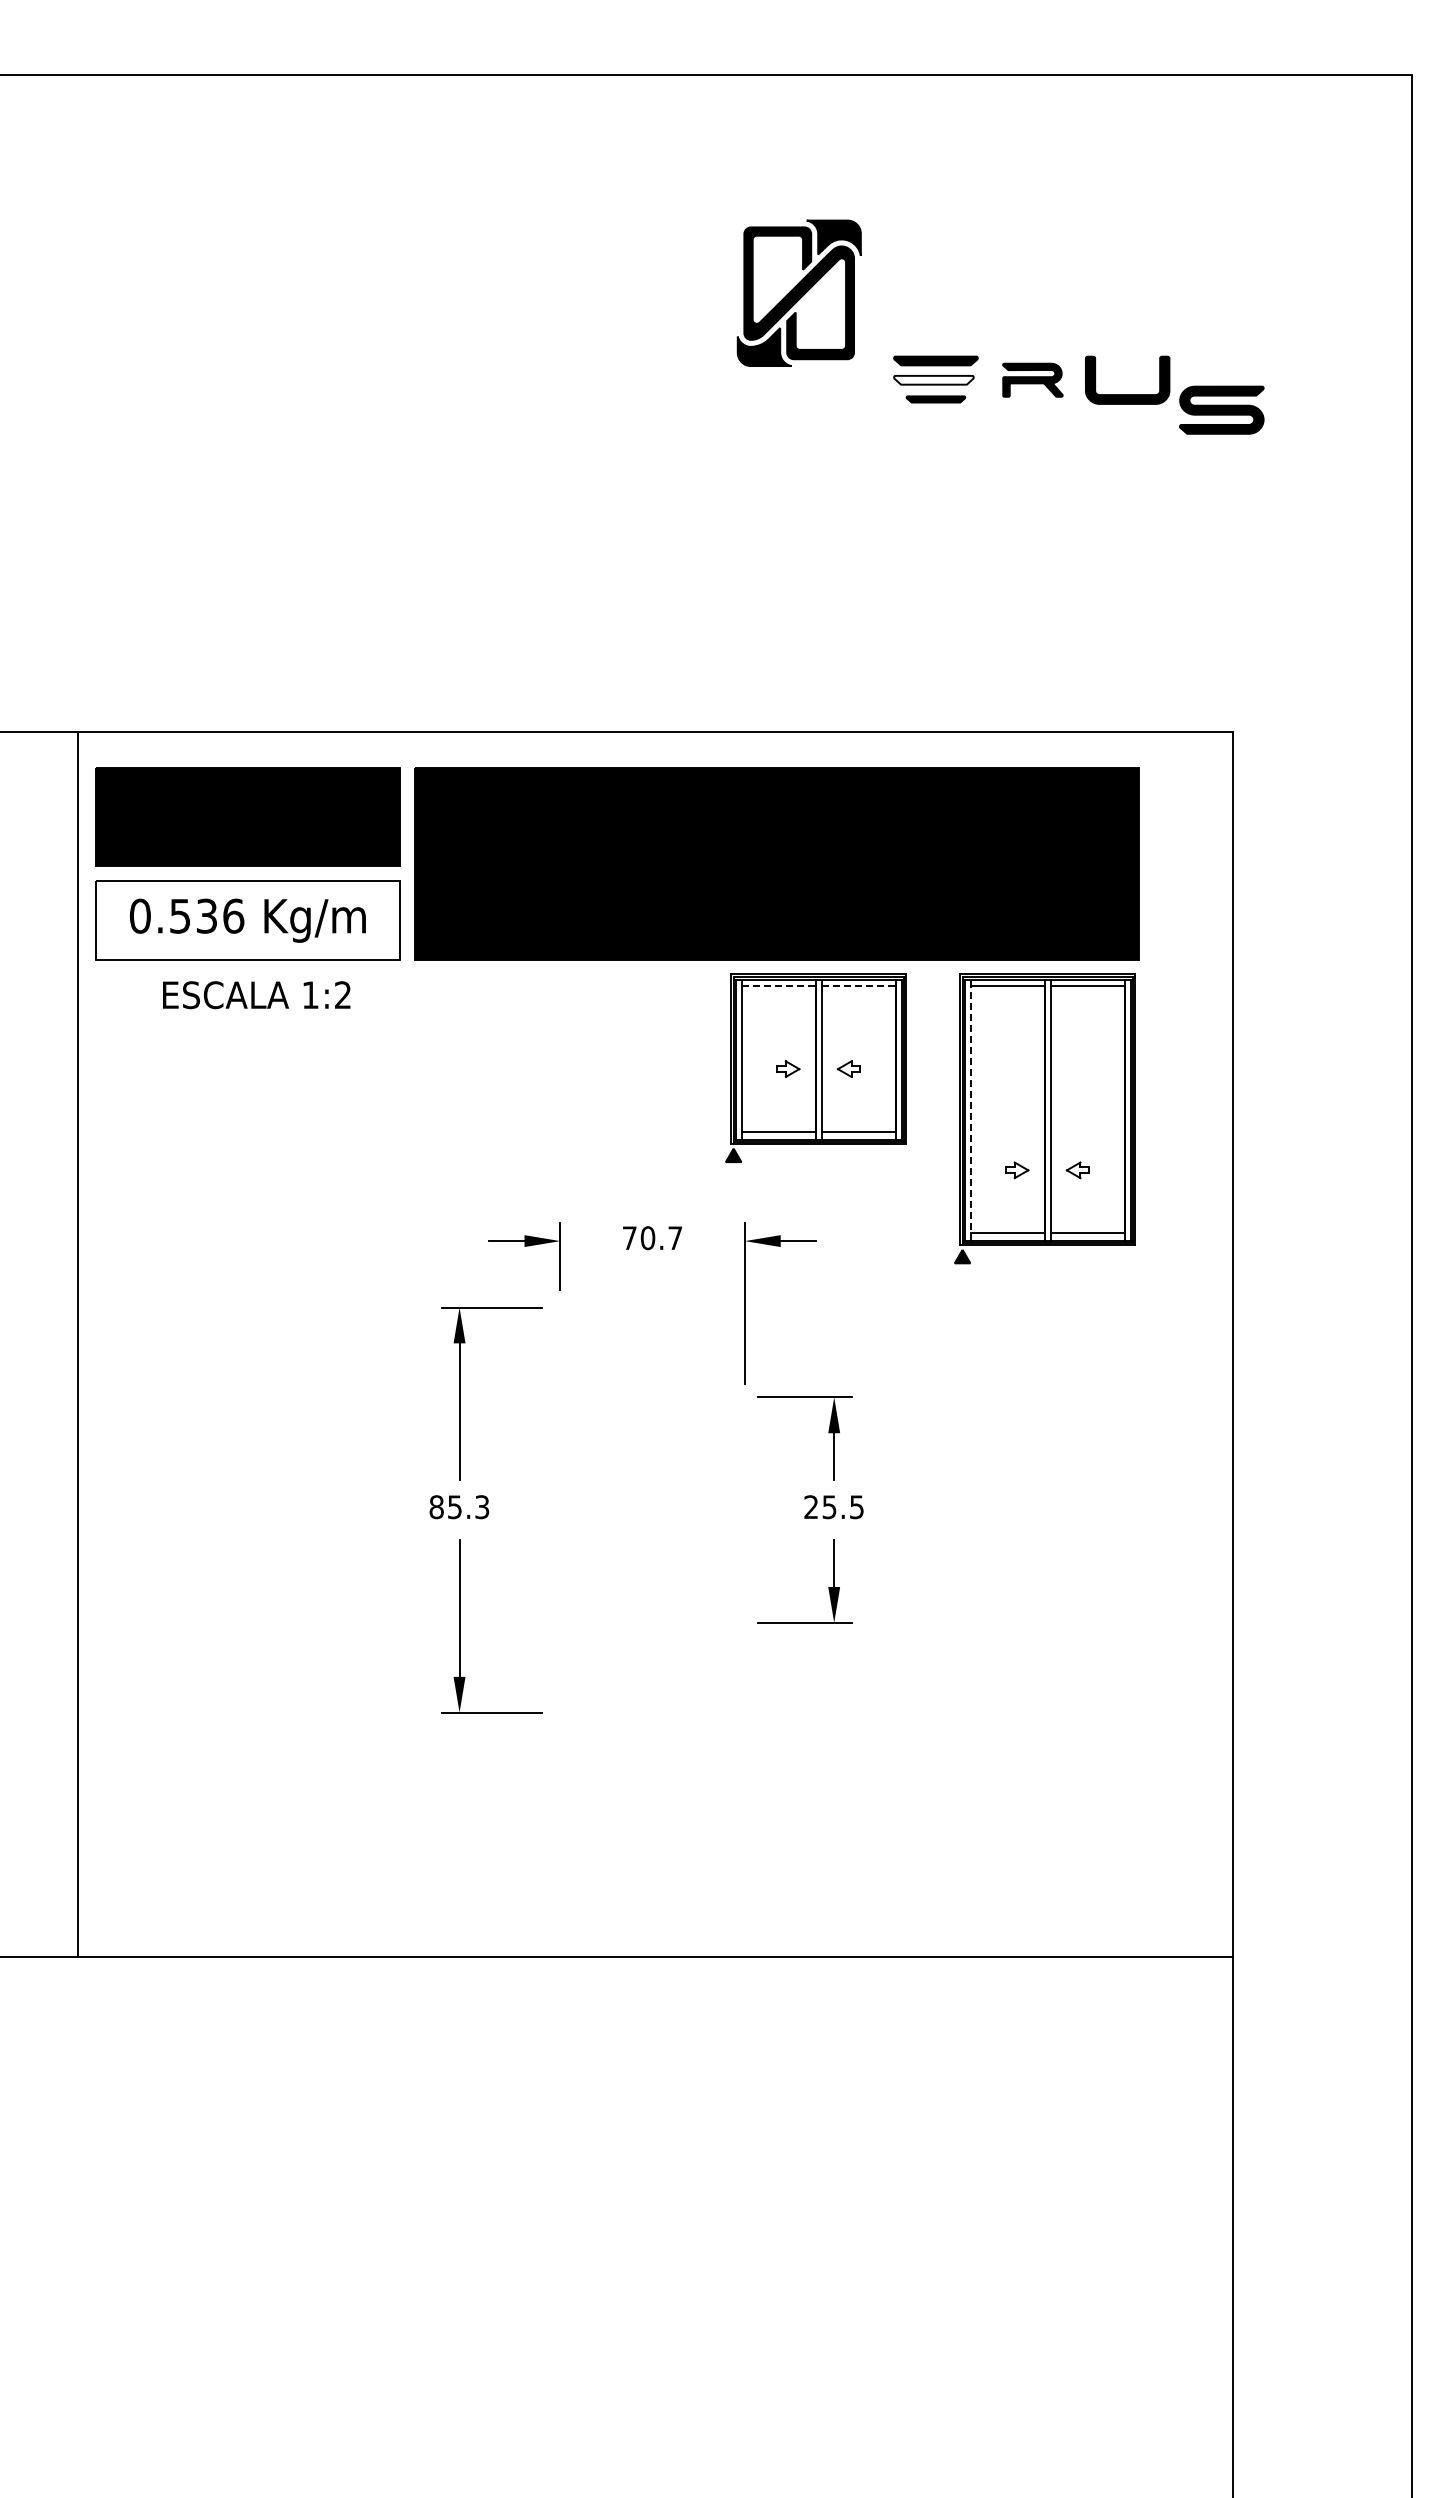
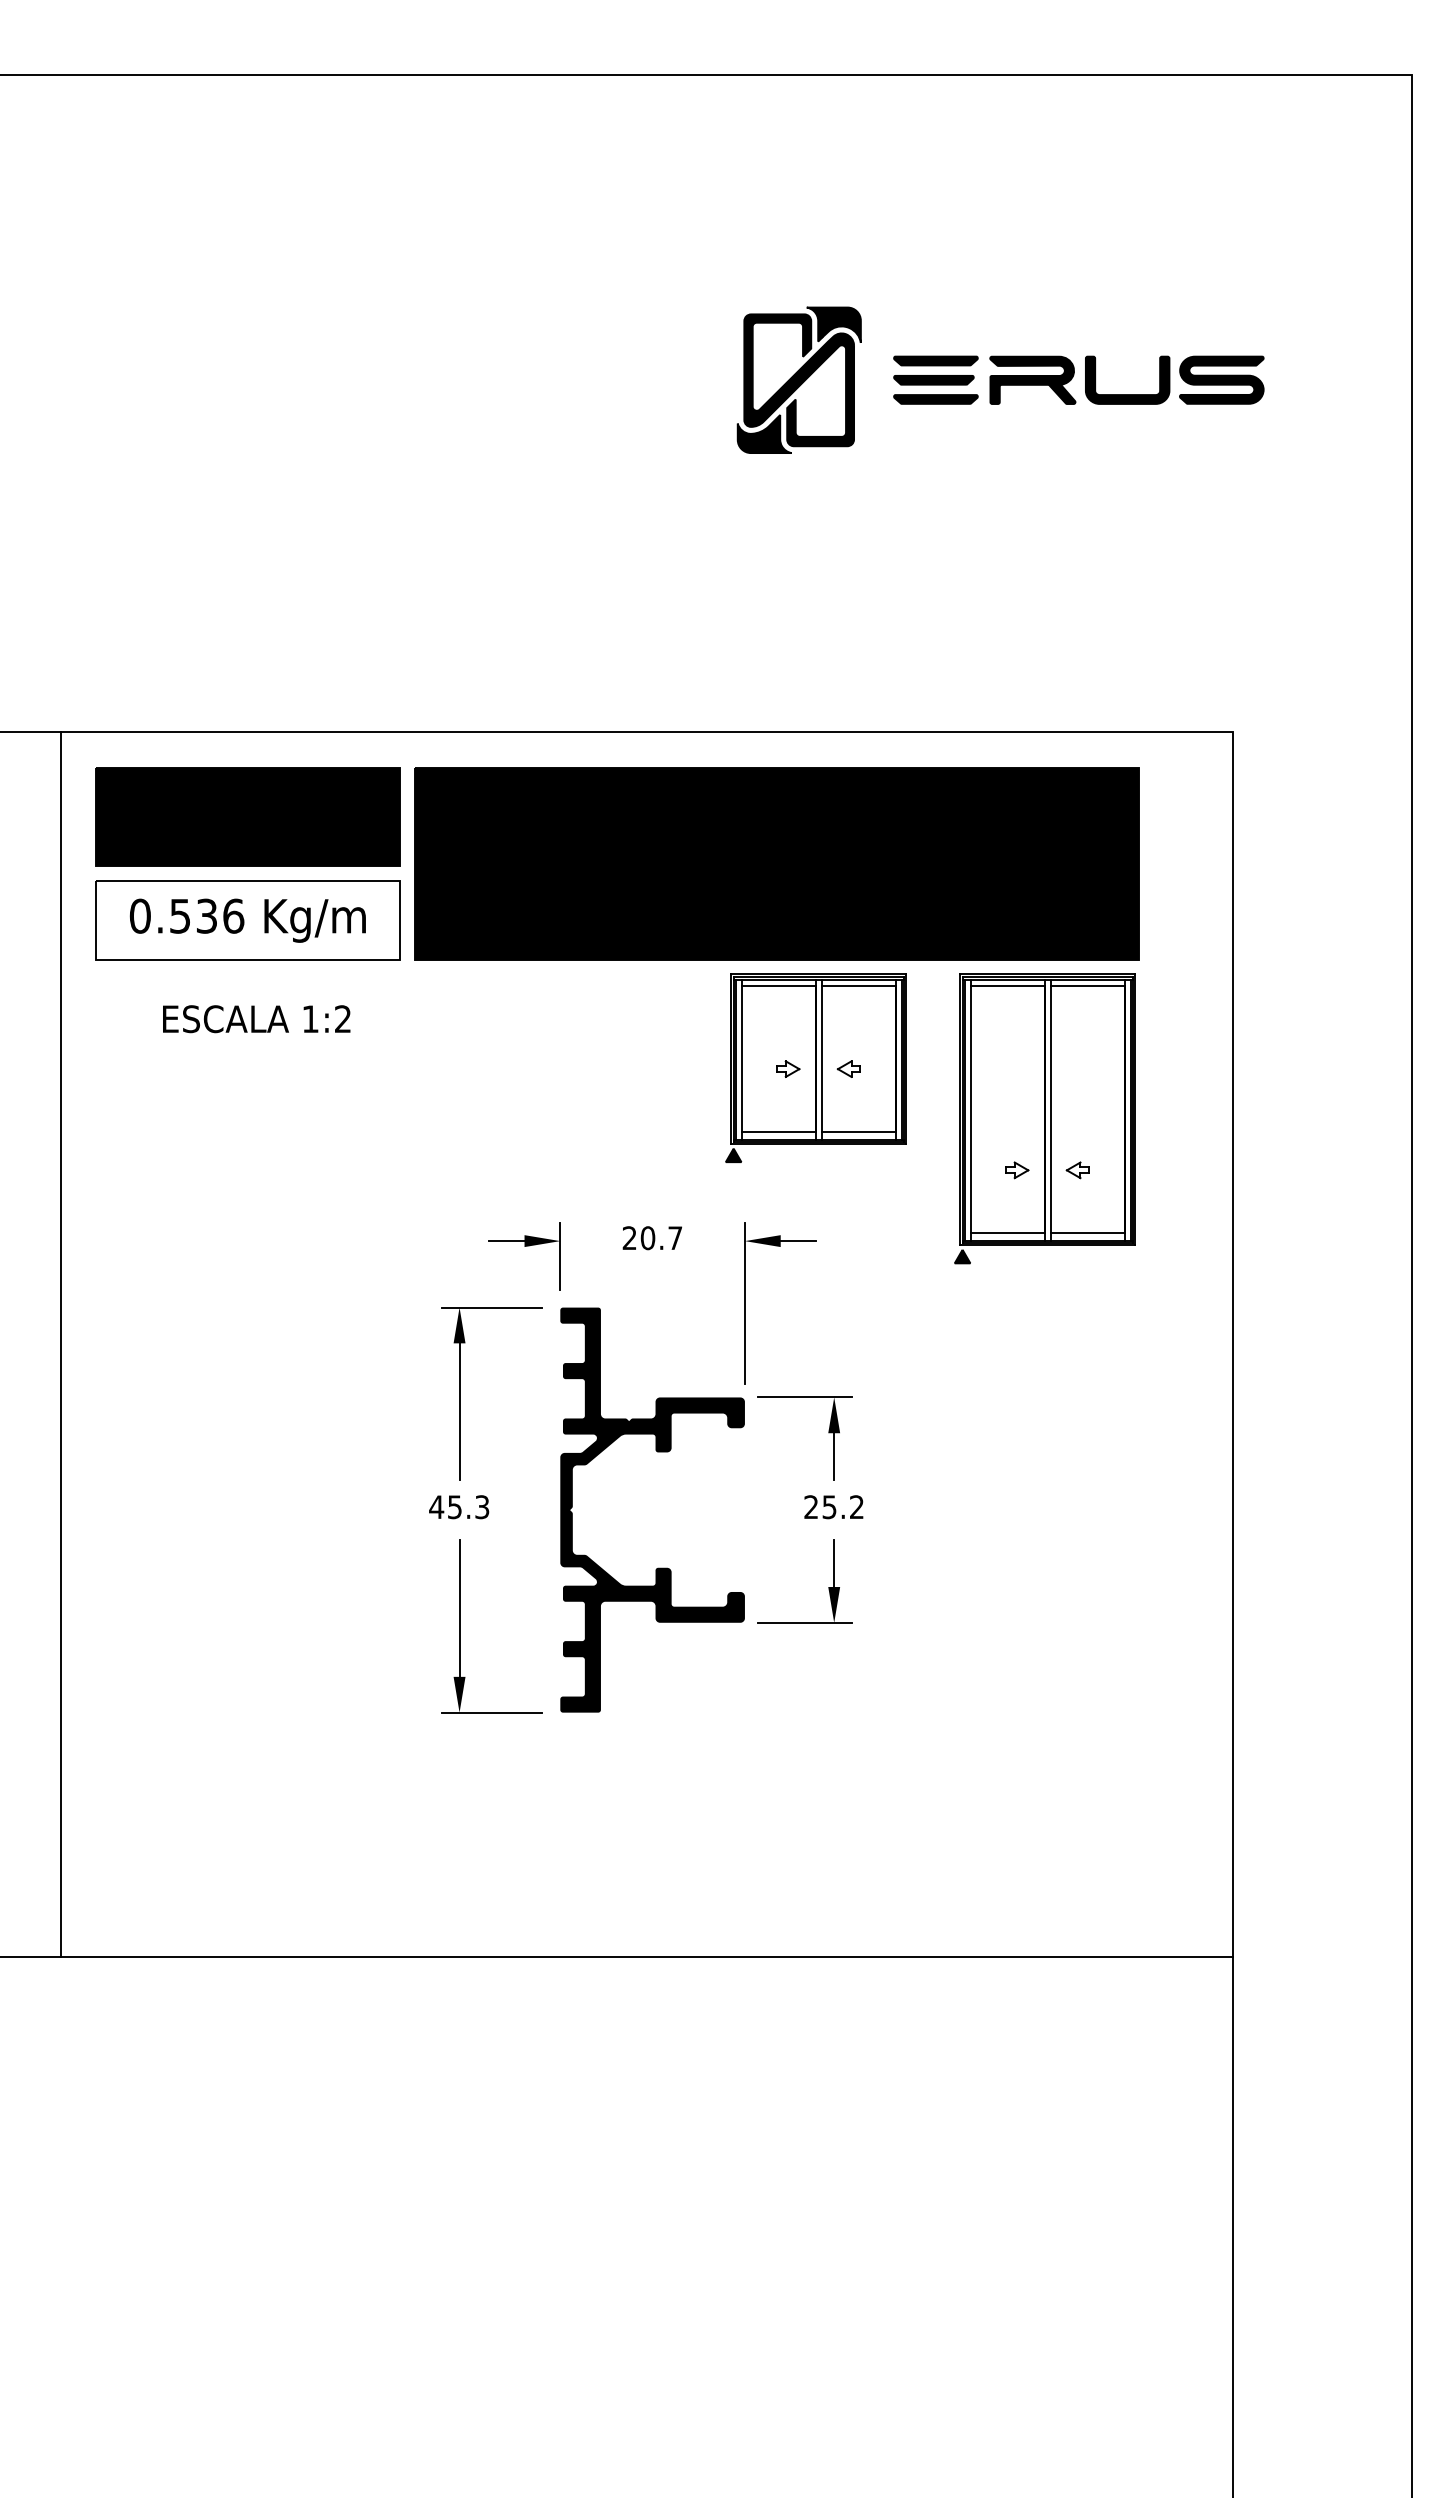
part at (798, 292) position: (798, 292) -> (798, 379)
fill at (933, 379): none -> present
part at (1032, 379) size: 62x36 px -> 88x50 px
part at (935, 399) size: 62x9 px -> 86x11 px
part at (1221, 409) position: (1221, 409) -> (1221, 379)
line at (778, 986): dashed -> solid
line at (858, 986): dashed -> solid
text at (256, 995) position: (256, 995) -> (256, 1019)
line at (971, 1109): dashed -> solid
text at (629, 1237): 70.7 -> 20.7
line at (77, 1343) position: (77, 1343) -> (60, 1343)
text at (436, 1507): 85.3 -> 45.3
text at (856, 1507): 25.5 -> 25.2
fill at (652, 1509): none -> present
